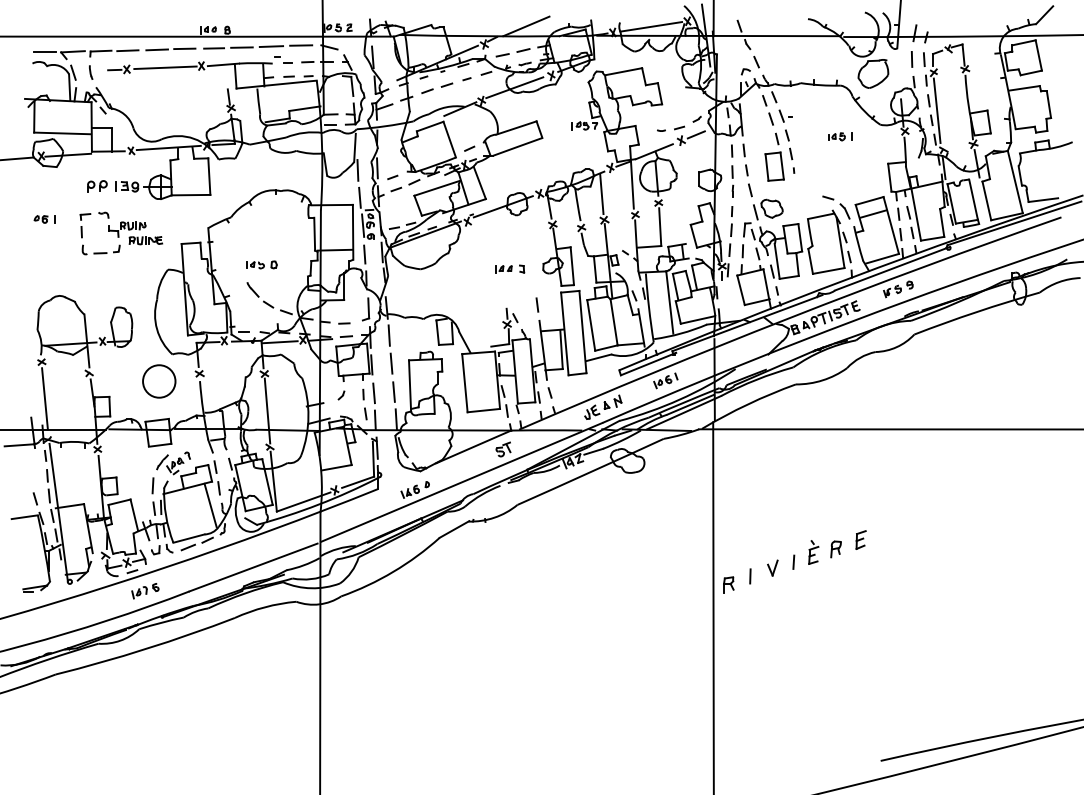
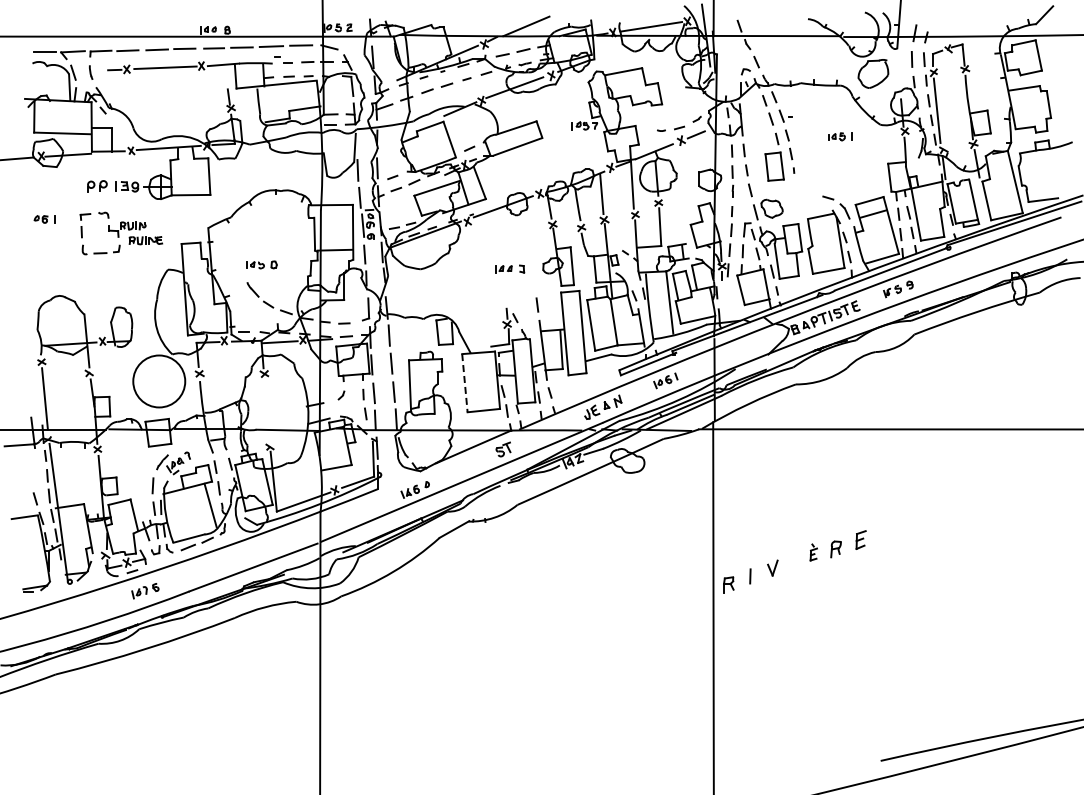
circle at (159, 381) diameter: 32 px -> 52 px
line at (464, 383): solid -> dashed
line at (267, 410): present -> none
part at (813, 552) size: 12x25 px -> 9x19 px
line at (793, 561): present -> none
